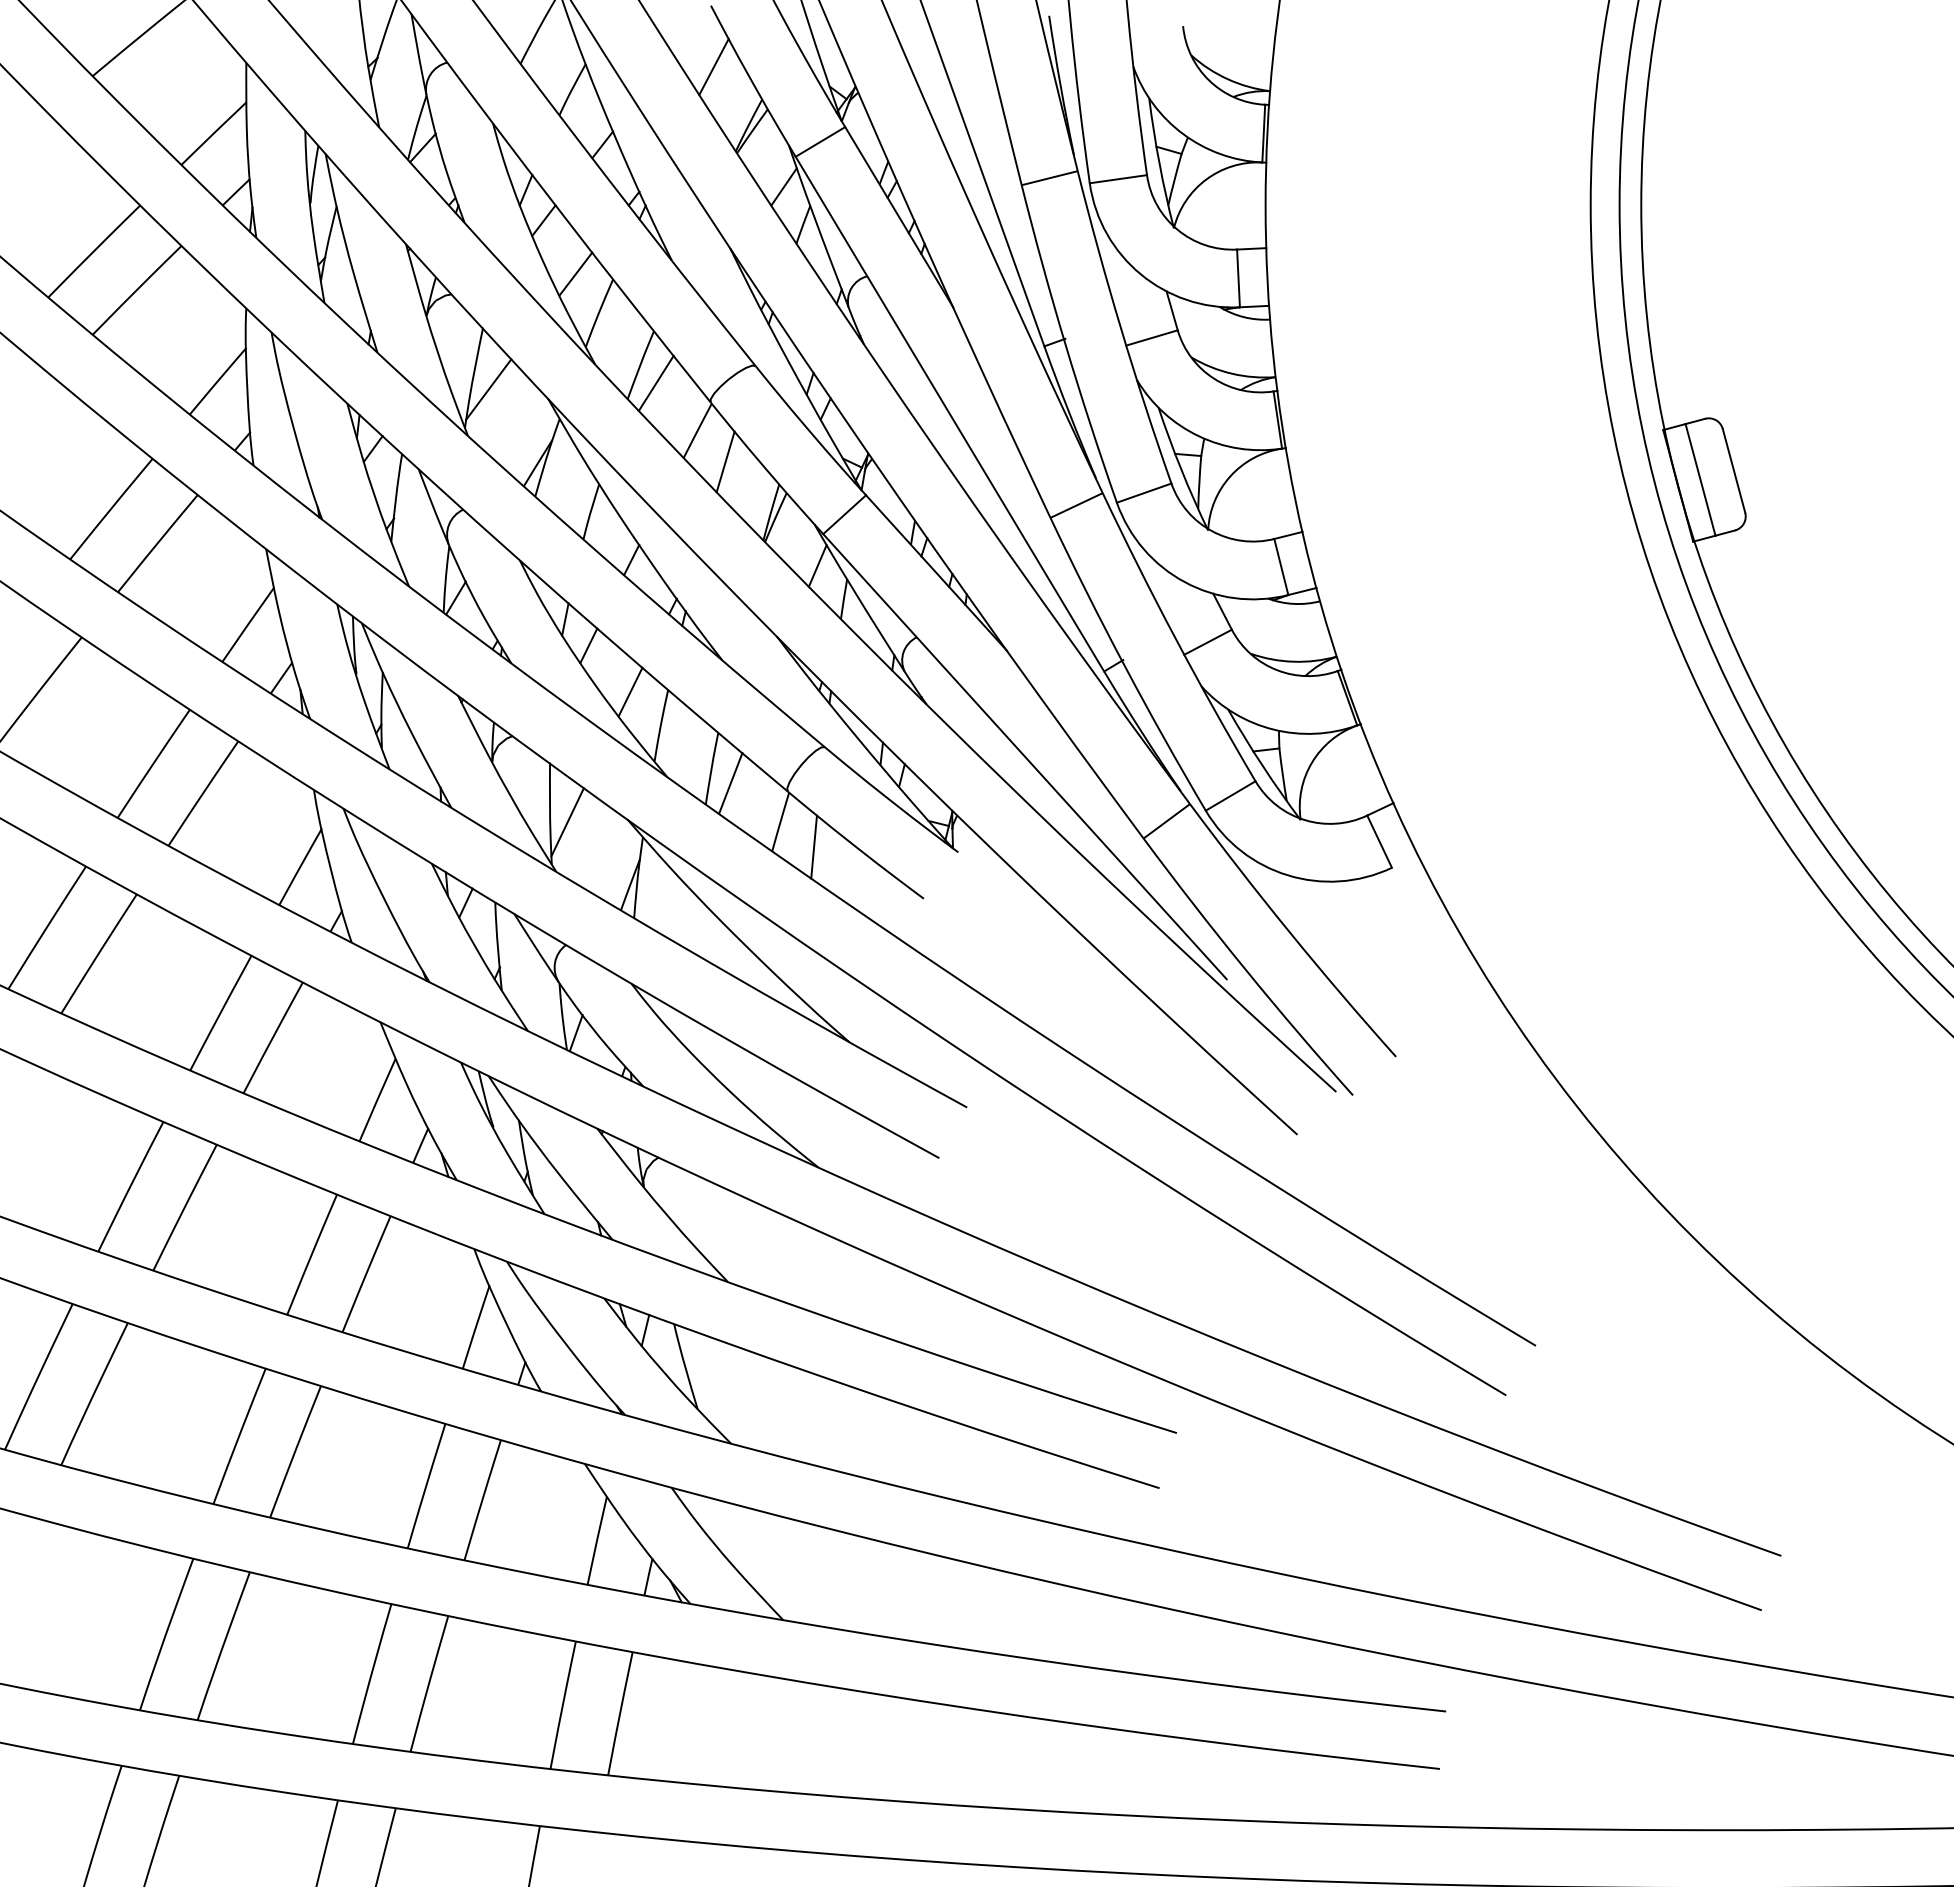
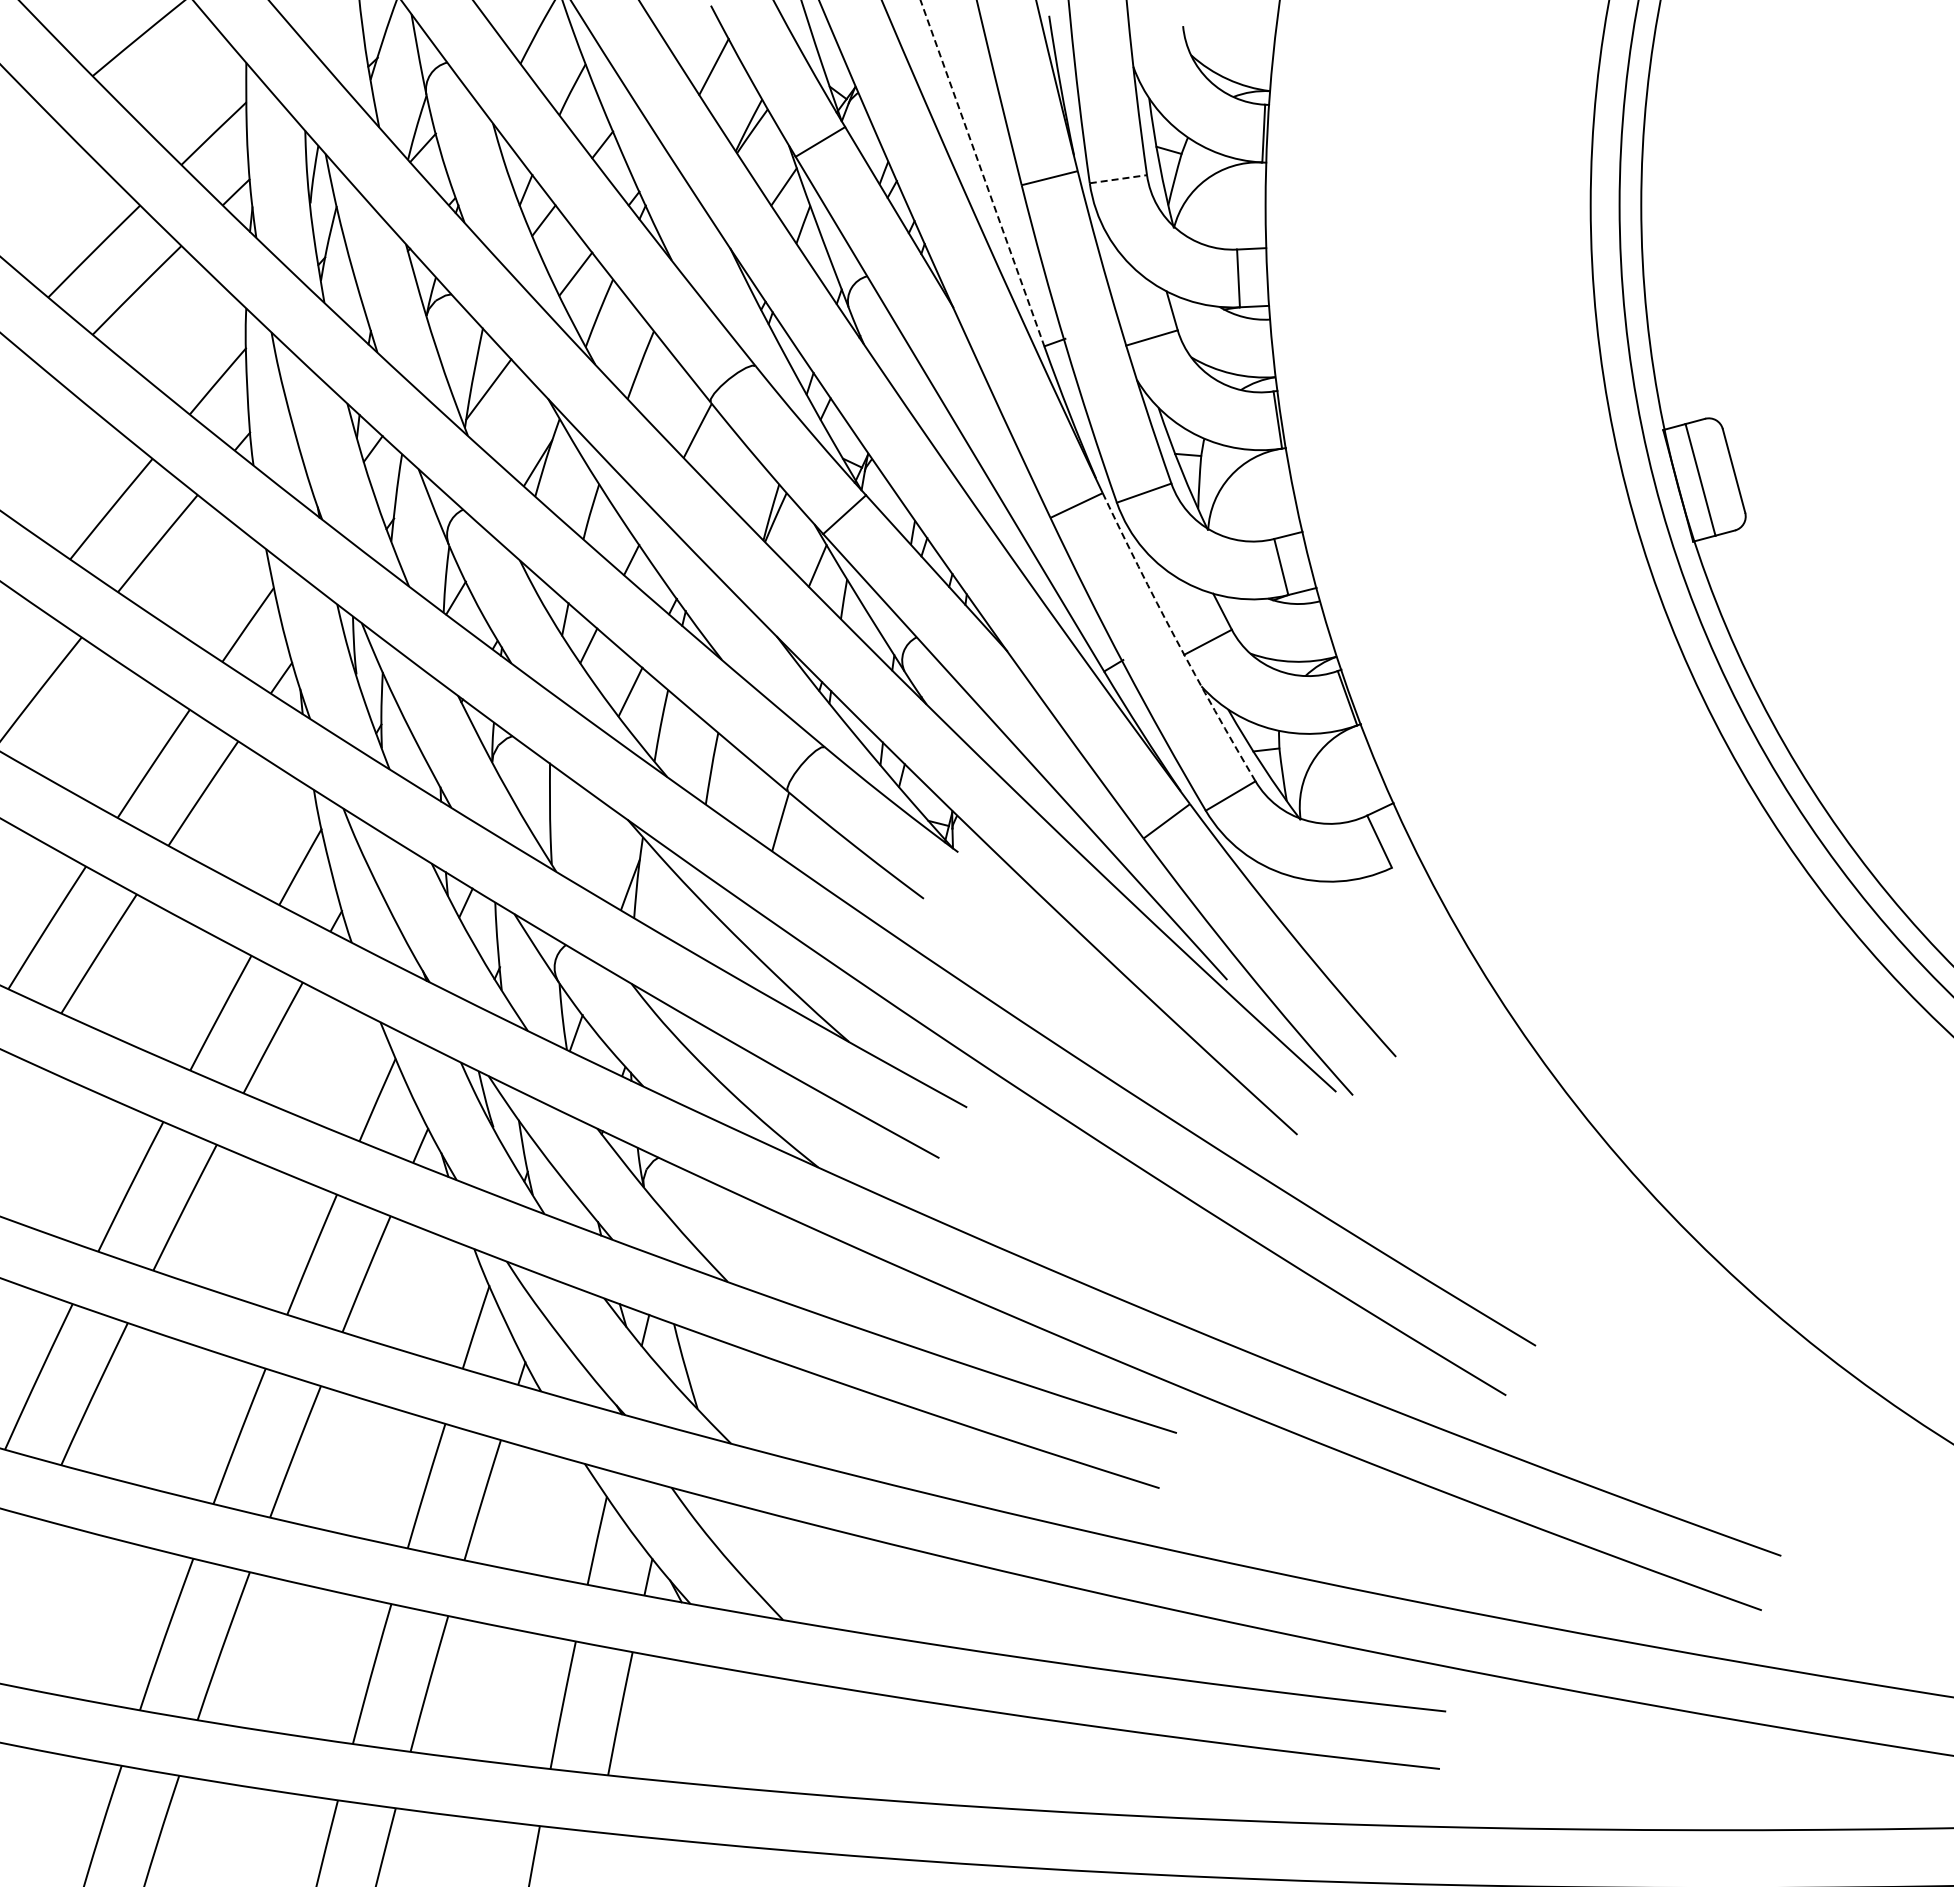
line at (982, 173): solid -> dashed
line at (1118, 179): solid -> dashed
line at (655, 382): present -> none
line at (725, 461): present -> none
arc at (1175, 638): solid -> dashed
line at (730, 783): present -> none
line at (567, 822): present -> none
line at (813, 846): present -> none
